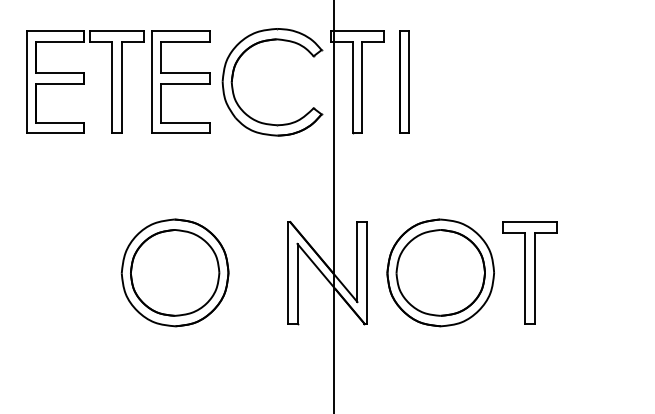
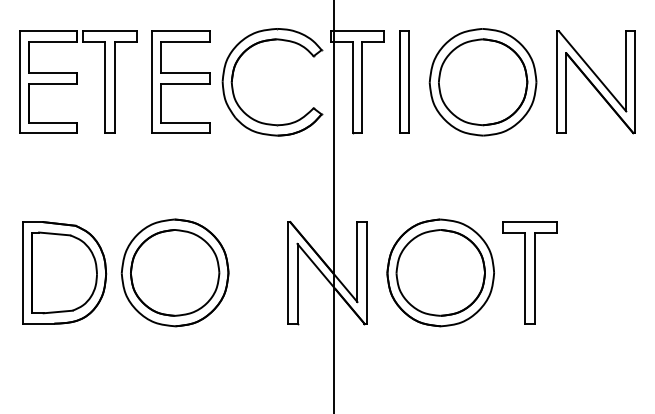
part at (85, 81) position: (85, 81) -> (78, 81)
part at (482, 82): none -> present
part at (595, 82): none -> present
part at (64, 272): none -> present
